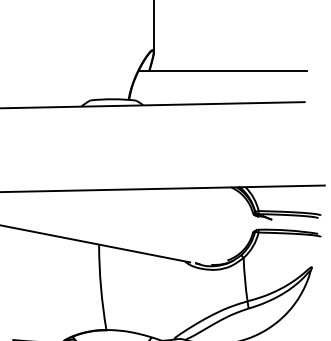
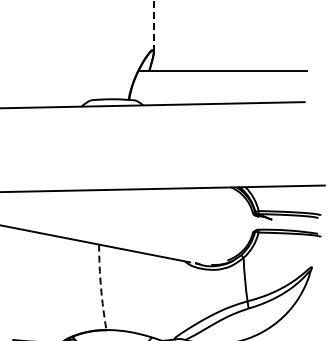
line at (154, 25): solid -> dashed
arc at (101, 287): solid -> dashed
